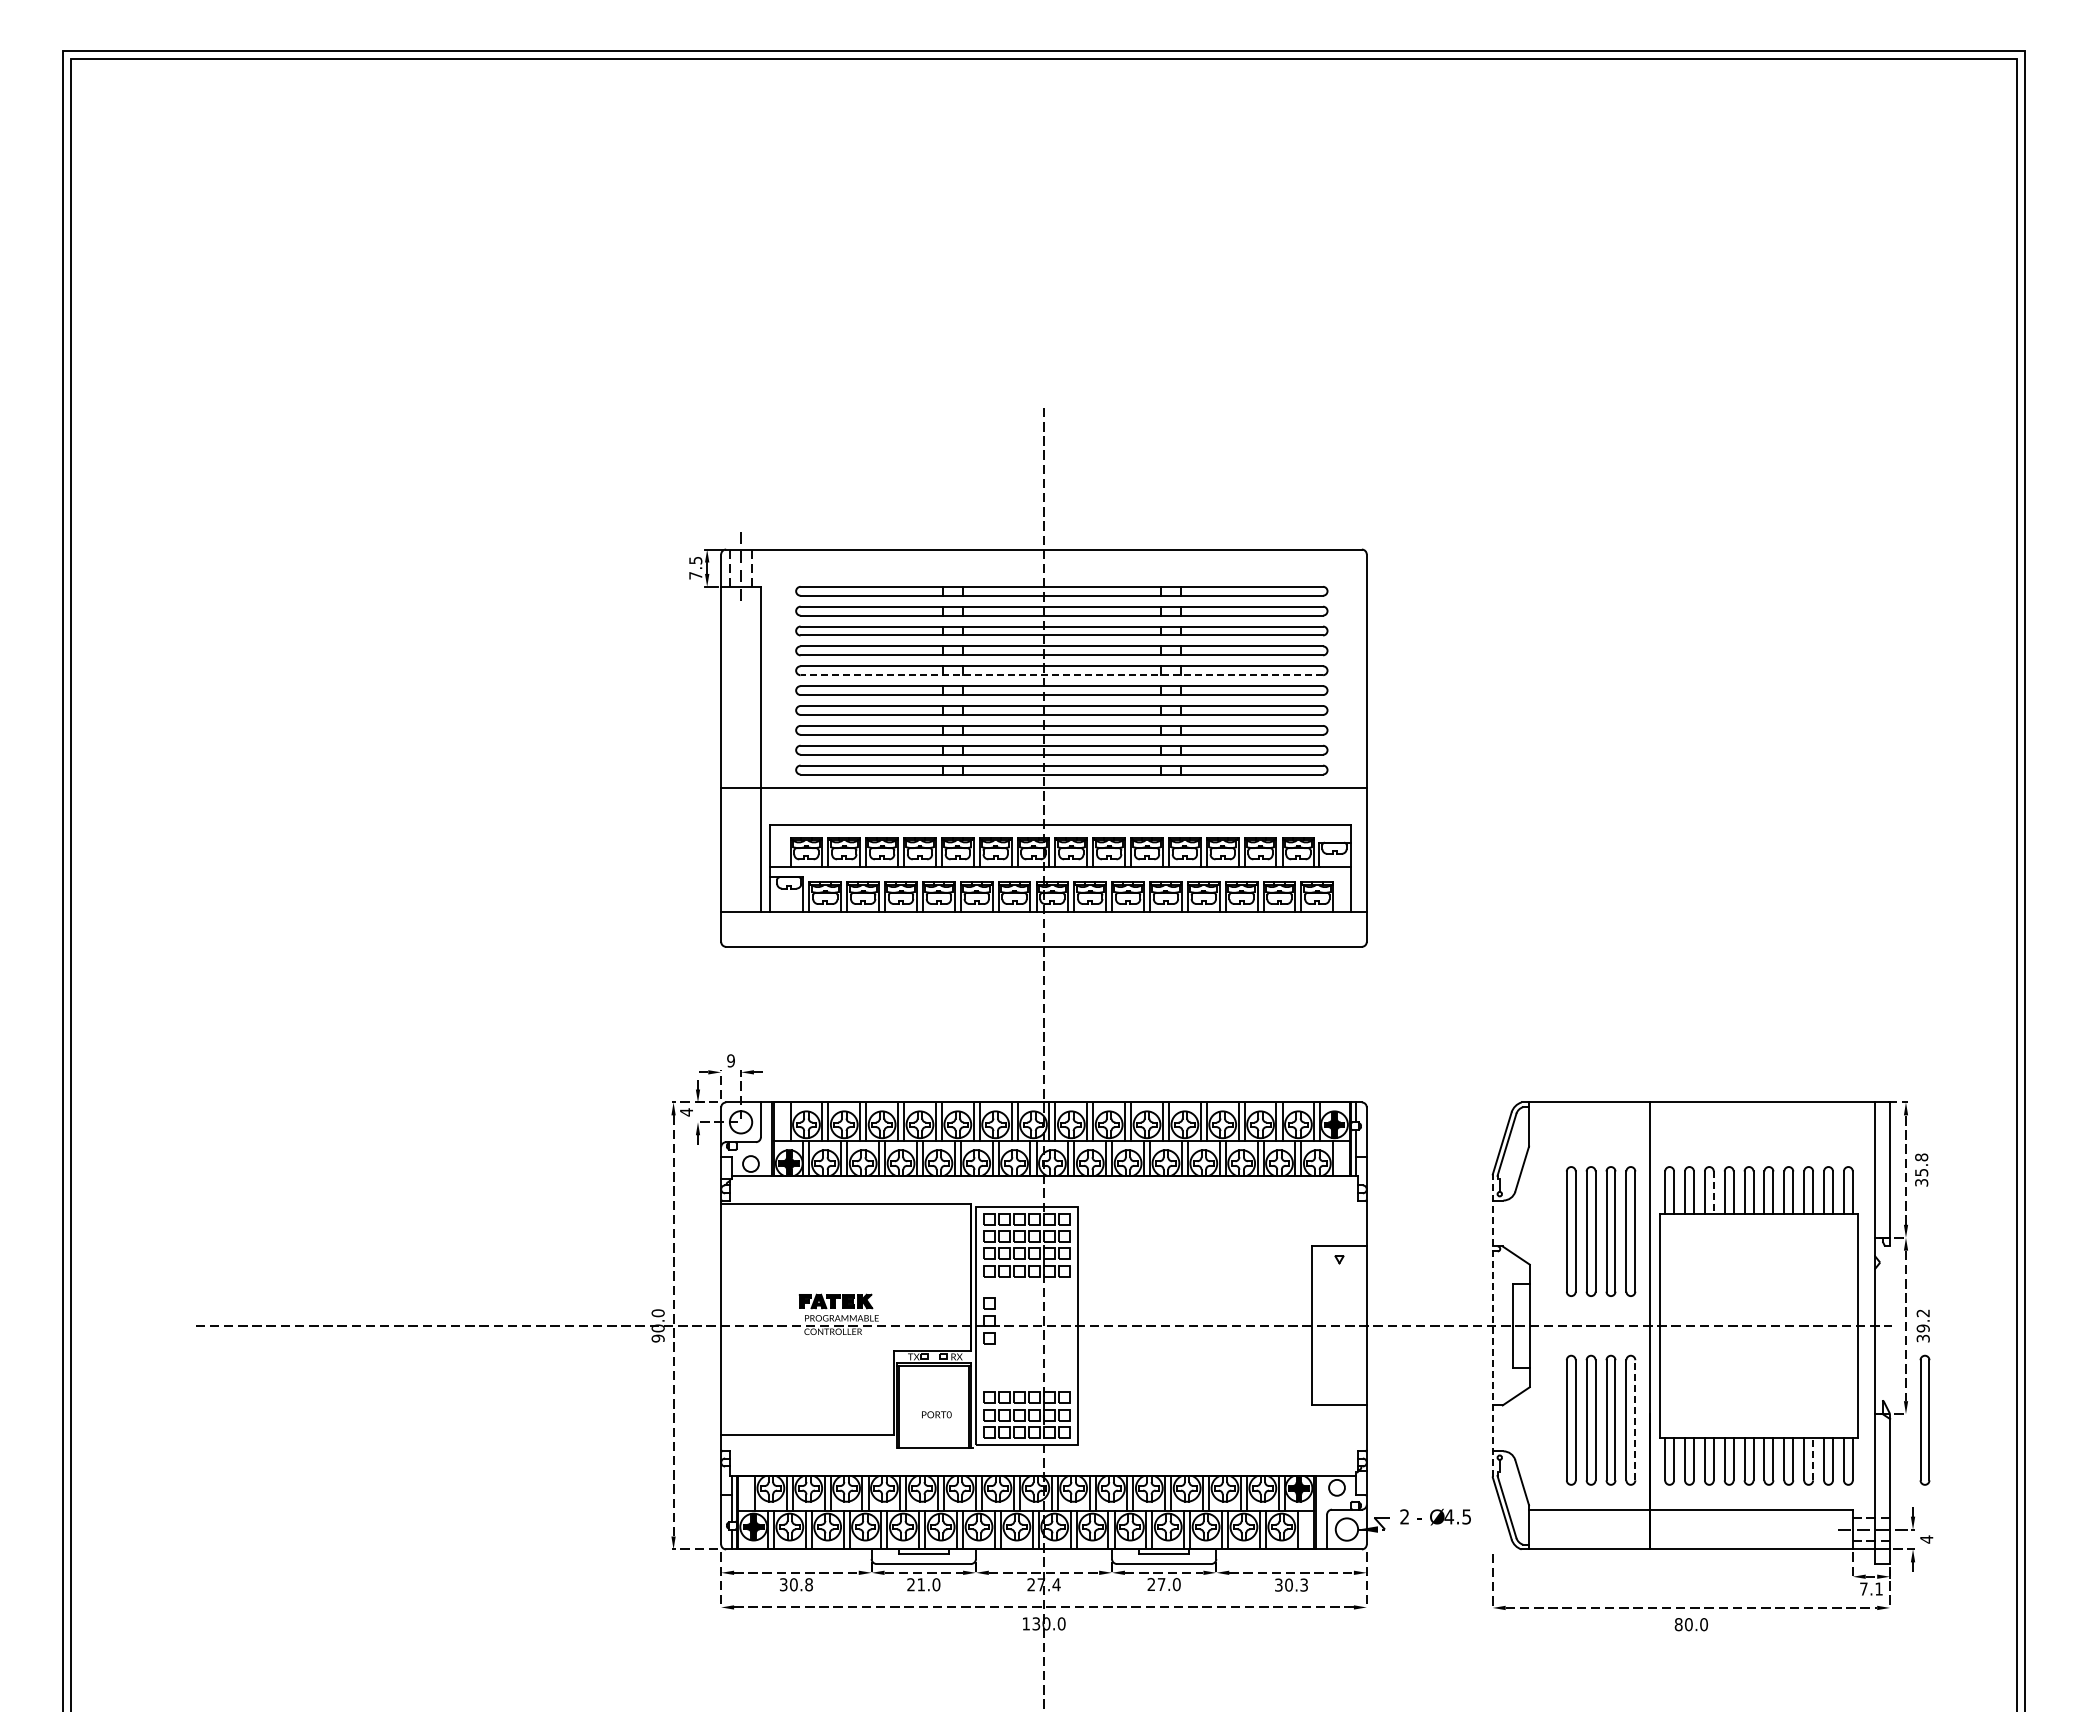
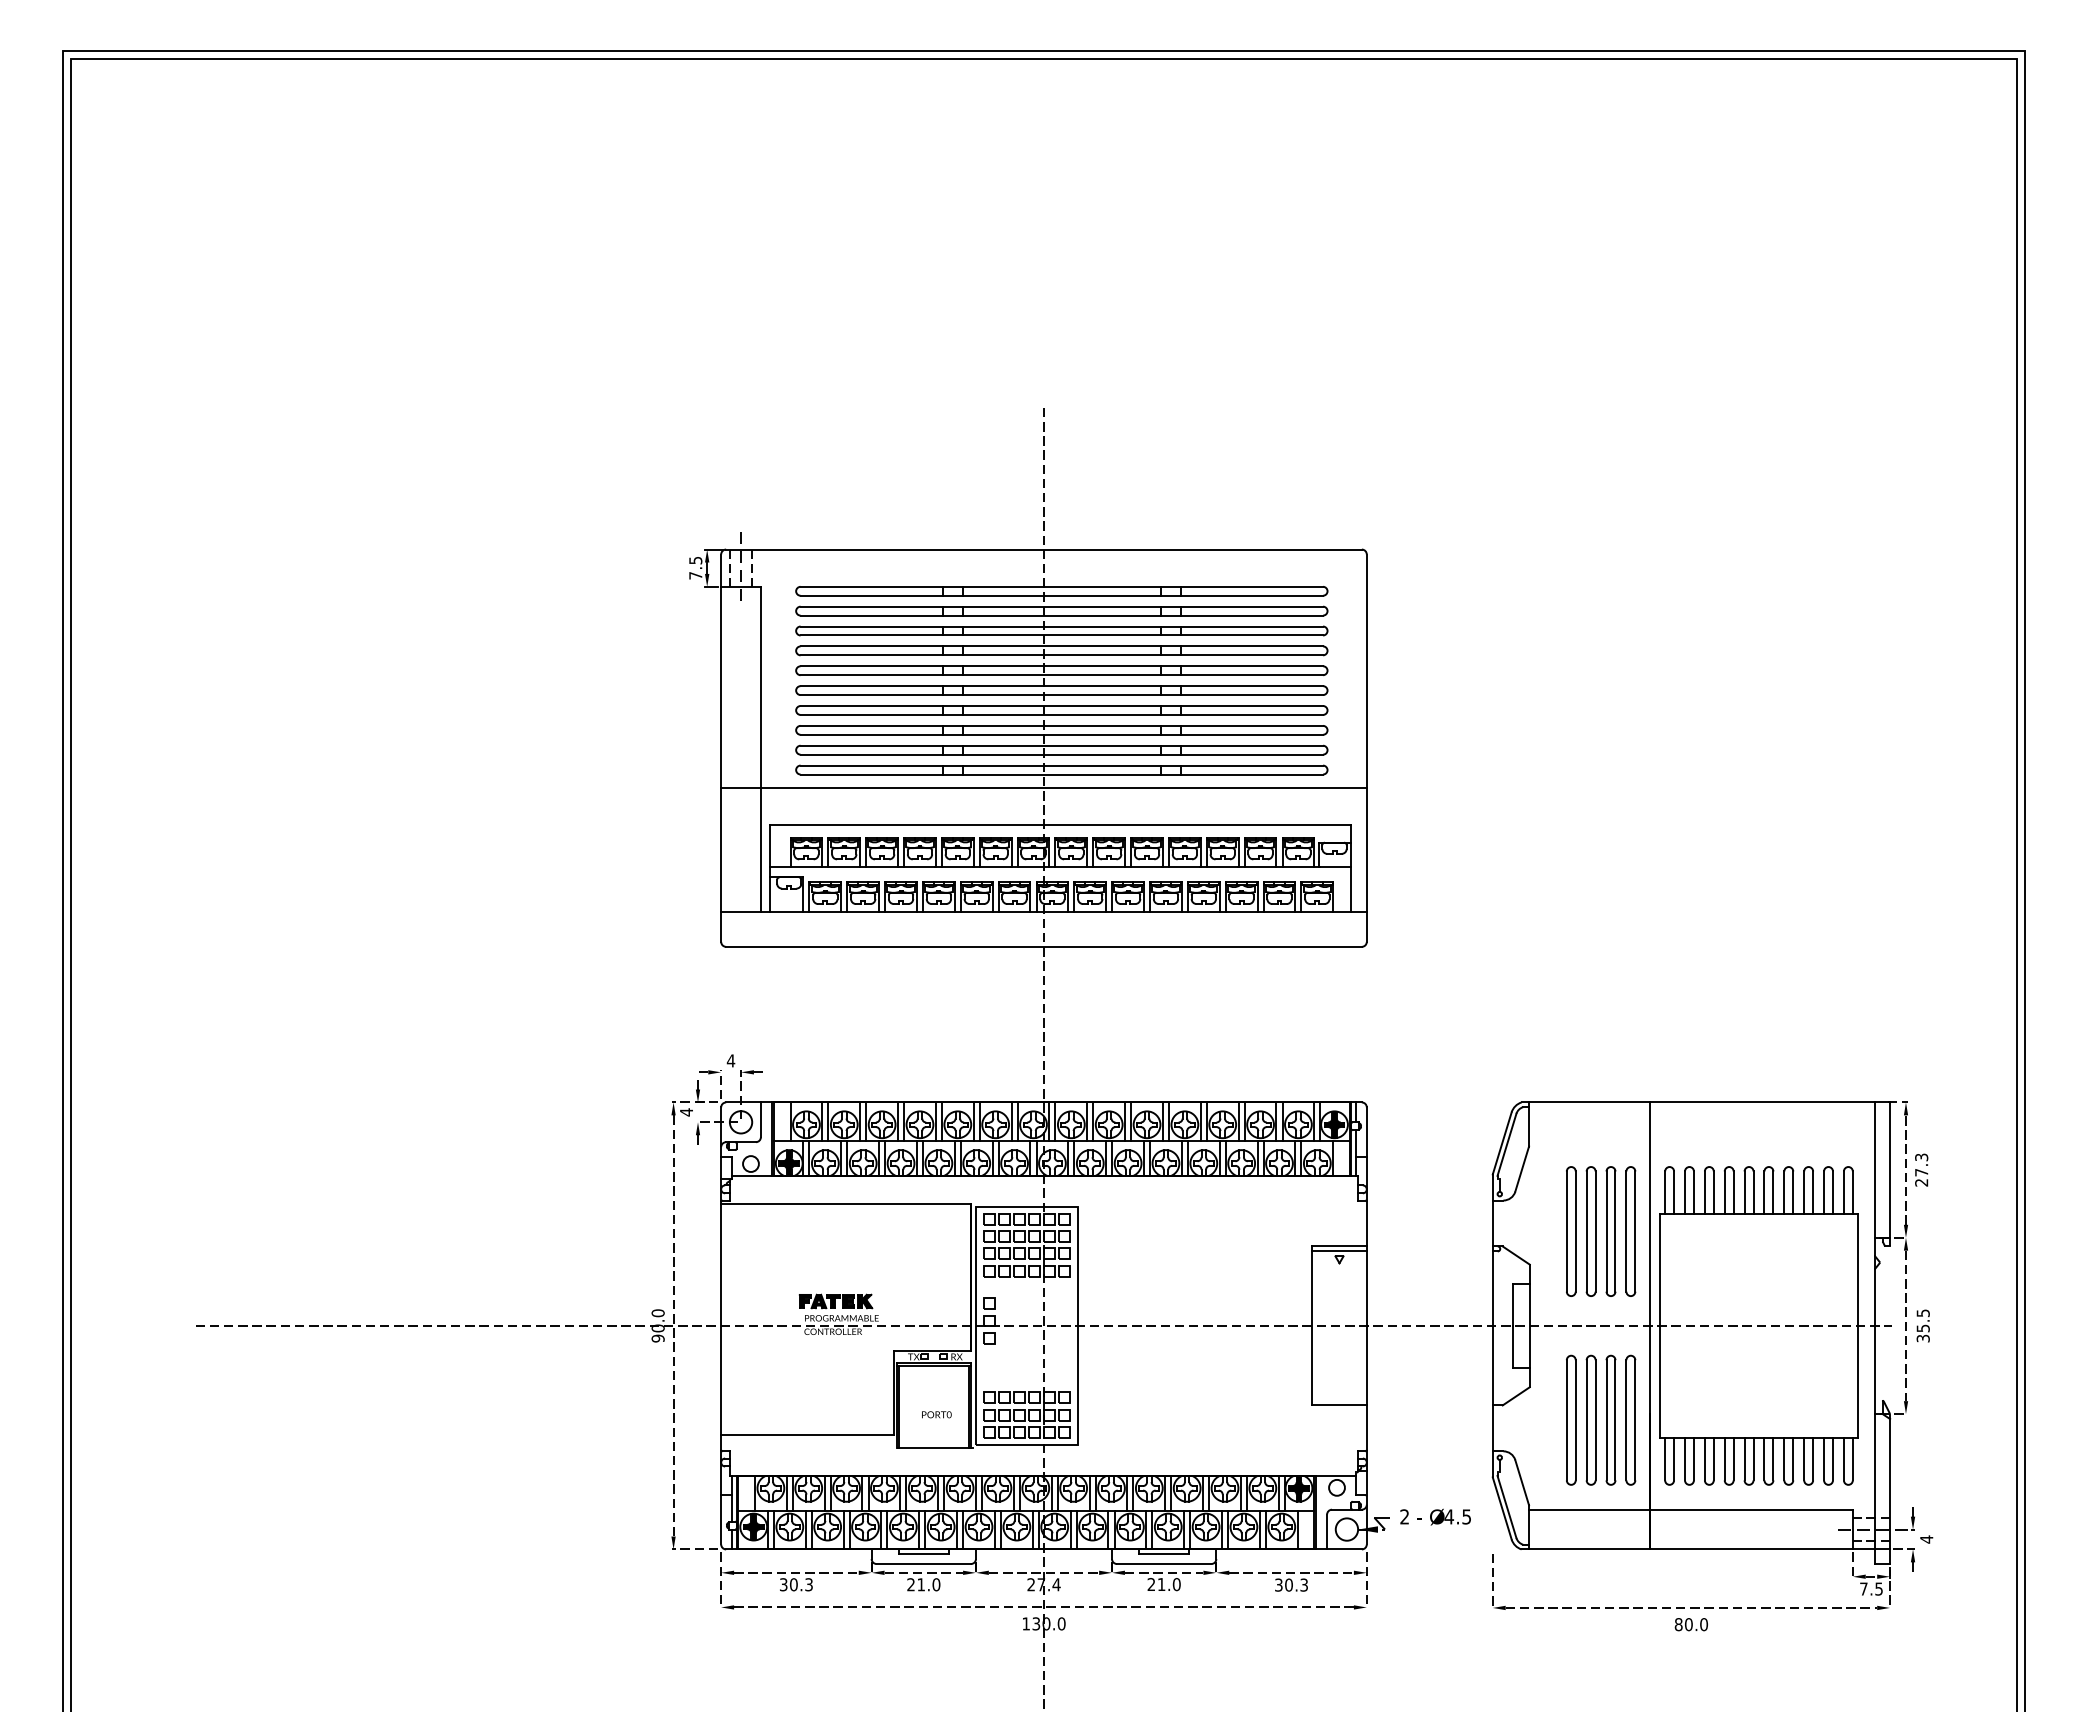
line at (1061, 675): dashed -> solid
text at (730, 1060): 9 -> 4
text at (1921, 1169): 35.8 -> 27.3
line at (1713, 1193): dashed -> solid
line at (1339, 1251): none -> present
text at (1922, 1320): 39.2 -> 35.5
line at (1492, 1325): dashed -> solid
line at (1635, 1419): dashed -> solid
part at (1924, 1419): present -> none
line at (1813, 1458): dashed -> solid
text at (808, 1584): 30.8 -> 30.3
text at (1161, 1584): 27.0 -> 21.0
text at (1878, 1588): 7.1 -> 7.5
